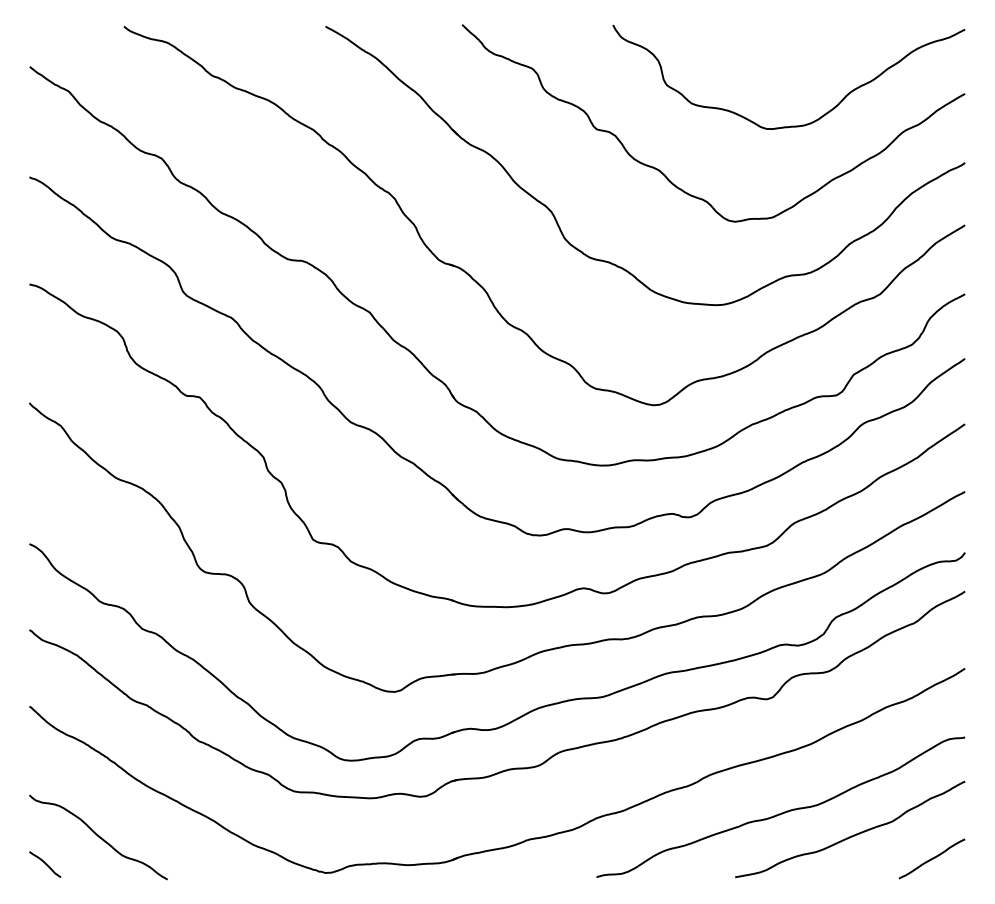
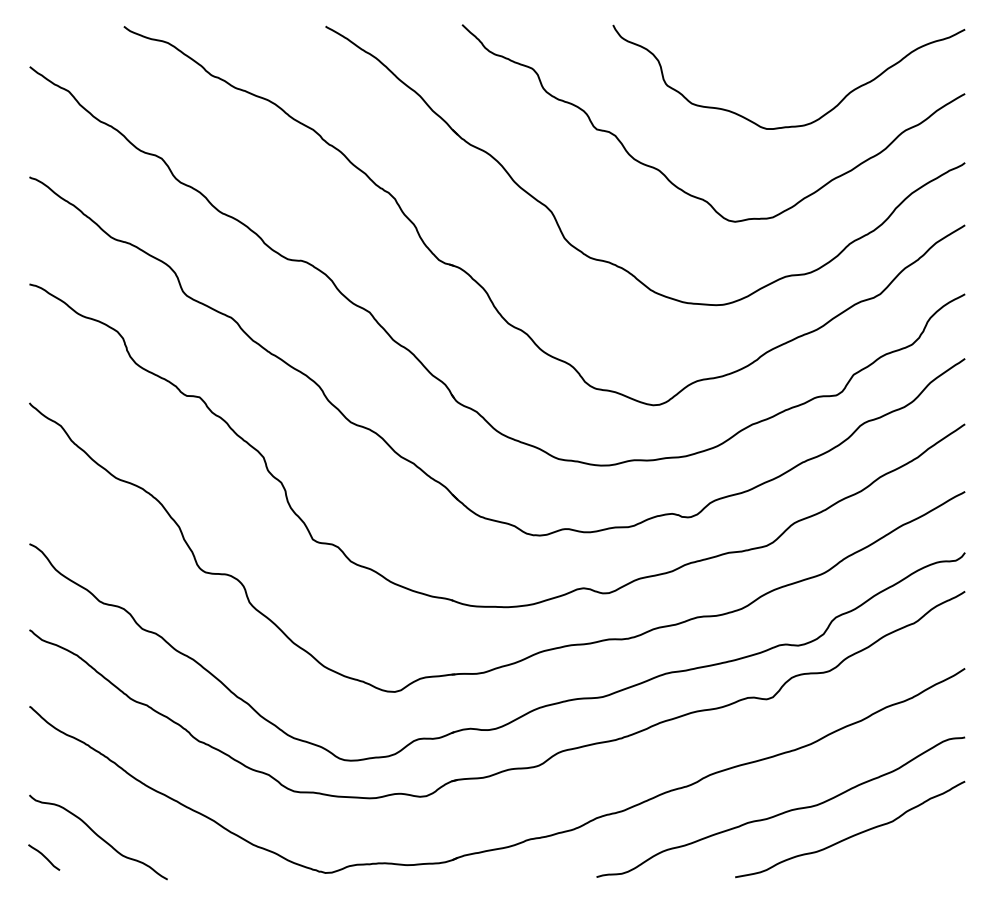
line at (931, 858): present -> none
curve at (45, 864) position: (45, 864) -> (44, 857)
